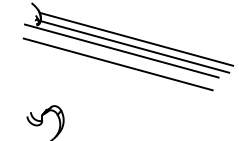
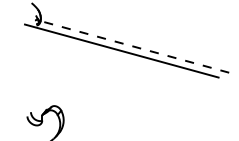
line at (136, 38): present -> none
line at (134, 46): solid -> dashed
line at (117, 64): present -> none
